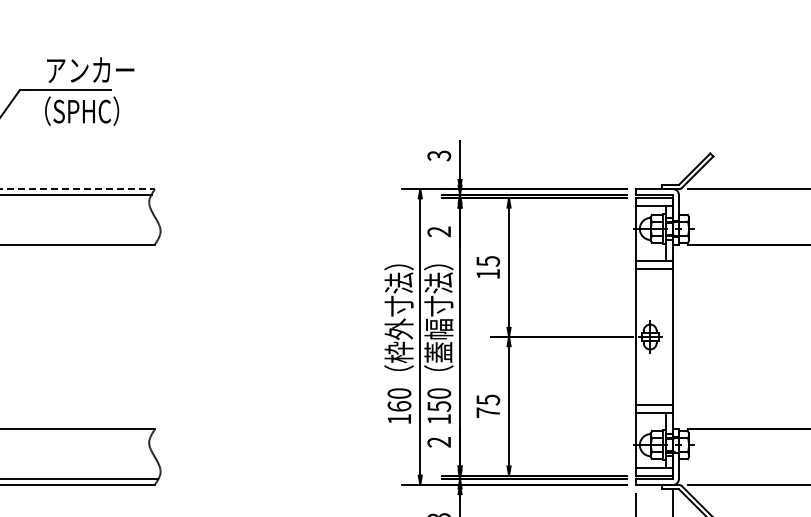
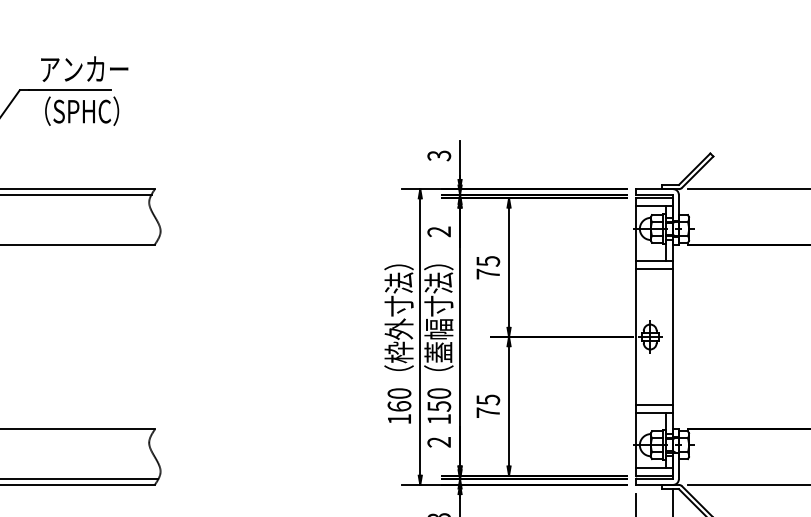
text at (90, 69) position: (90, 69) -> (84, 68)
line at (77, 189): dashed -> solid
text at (487, 273): 15 -> 75
